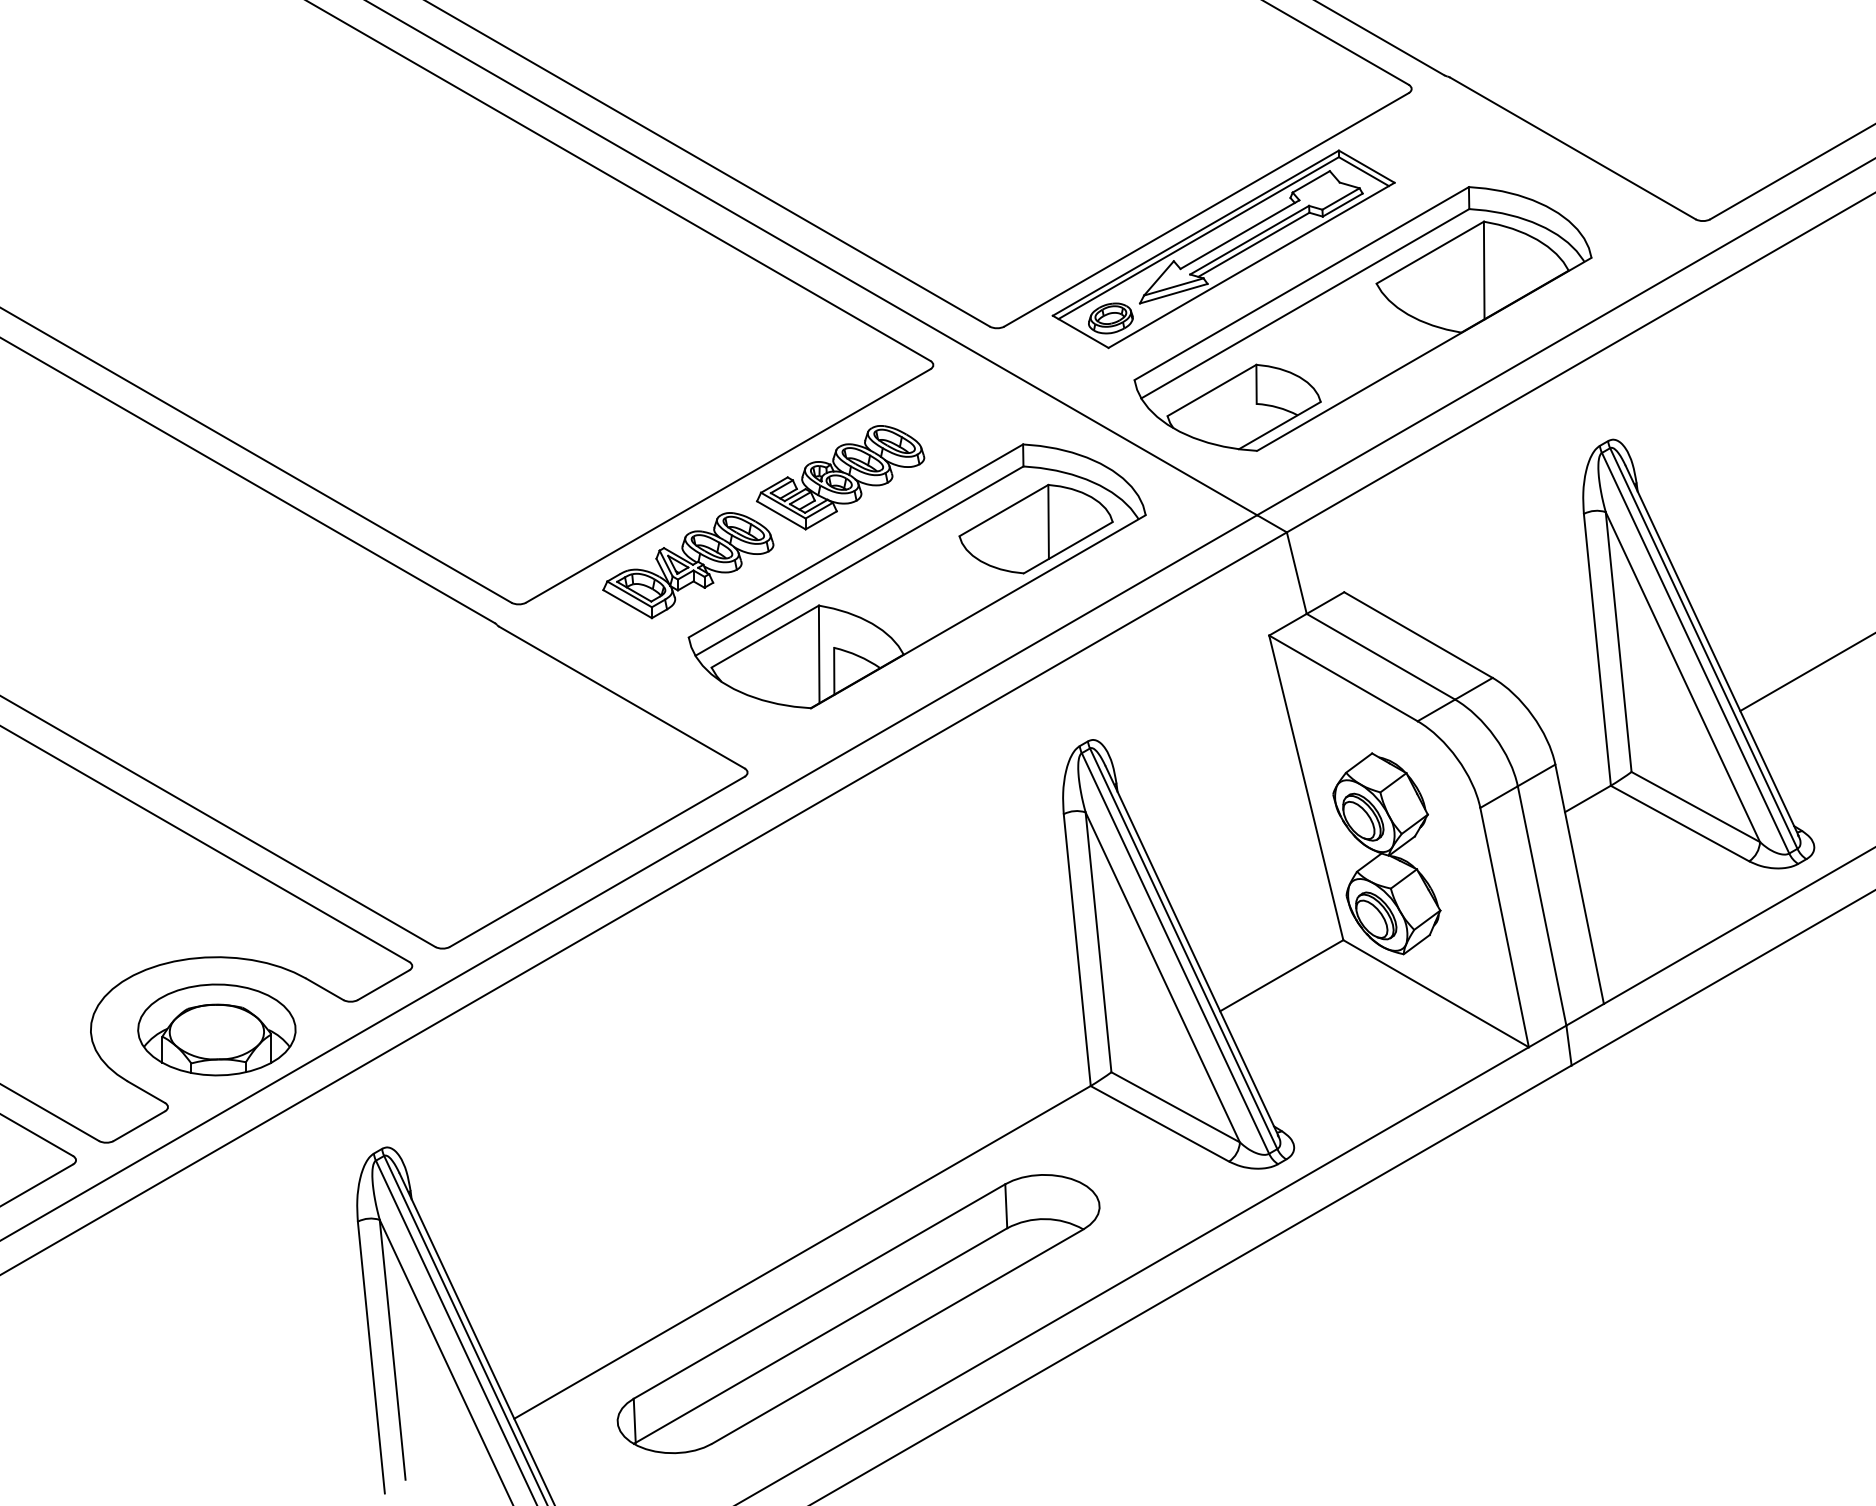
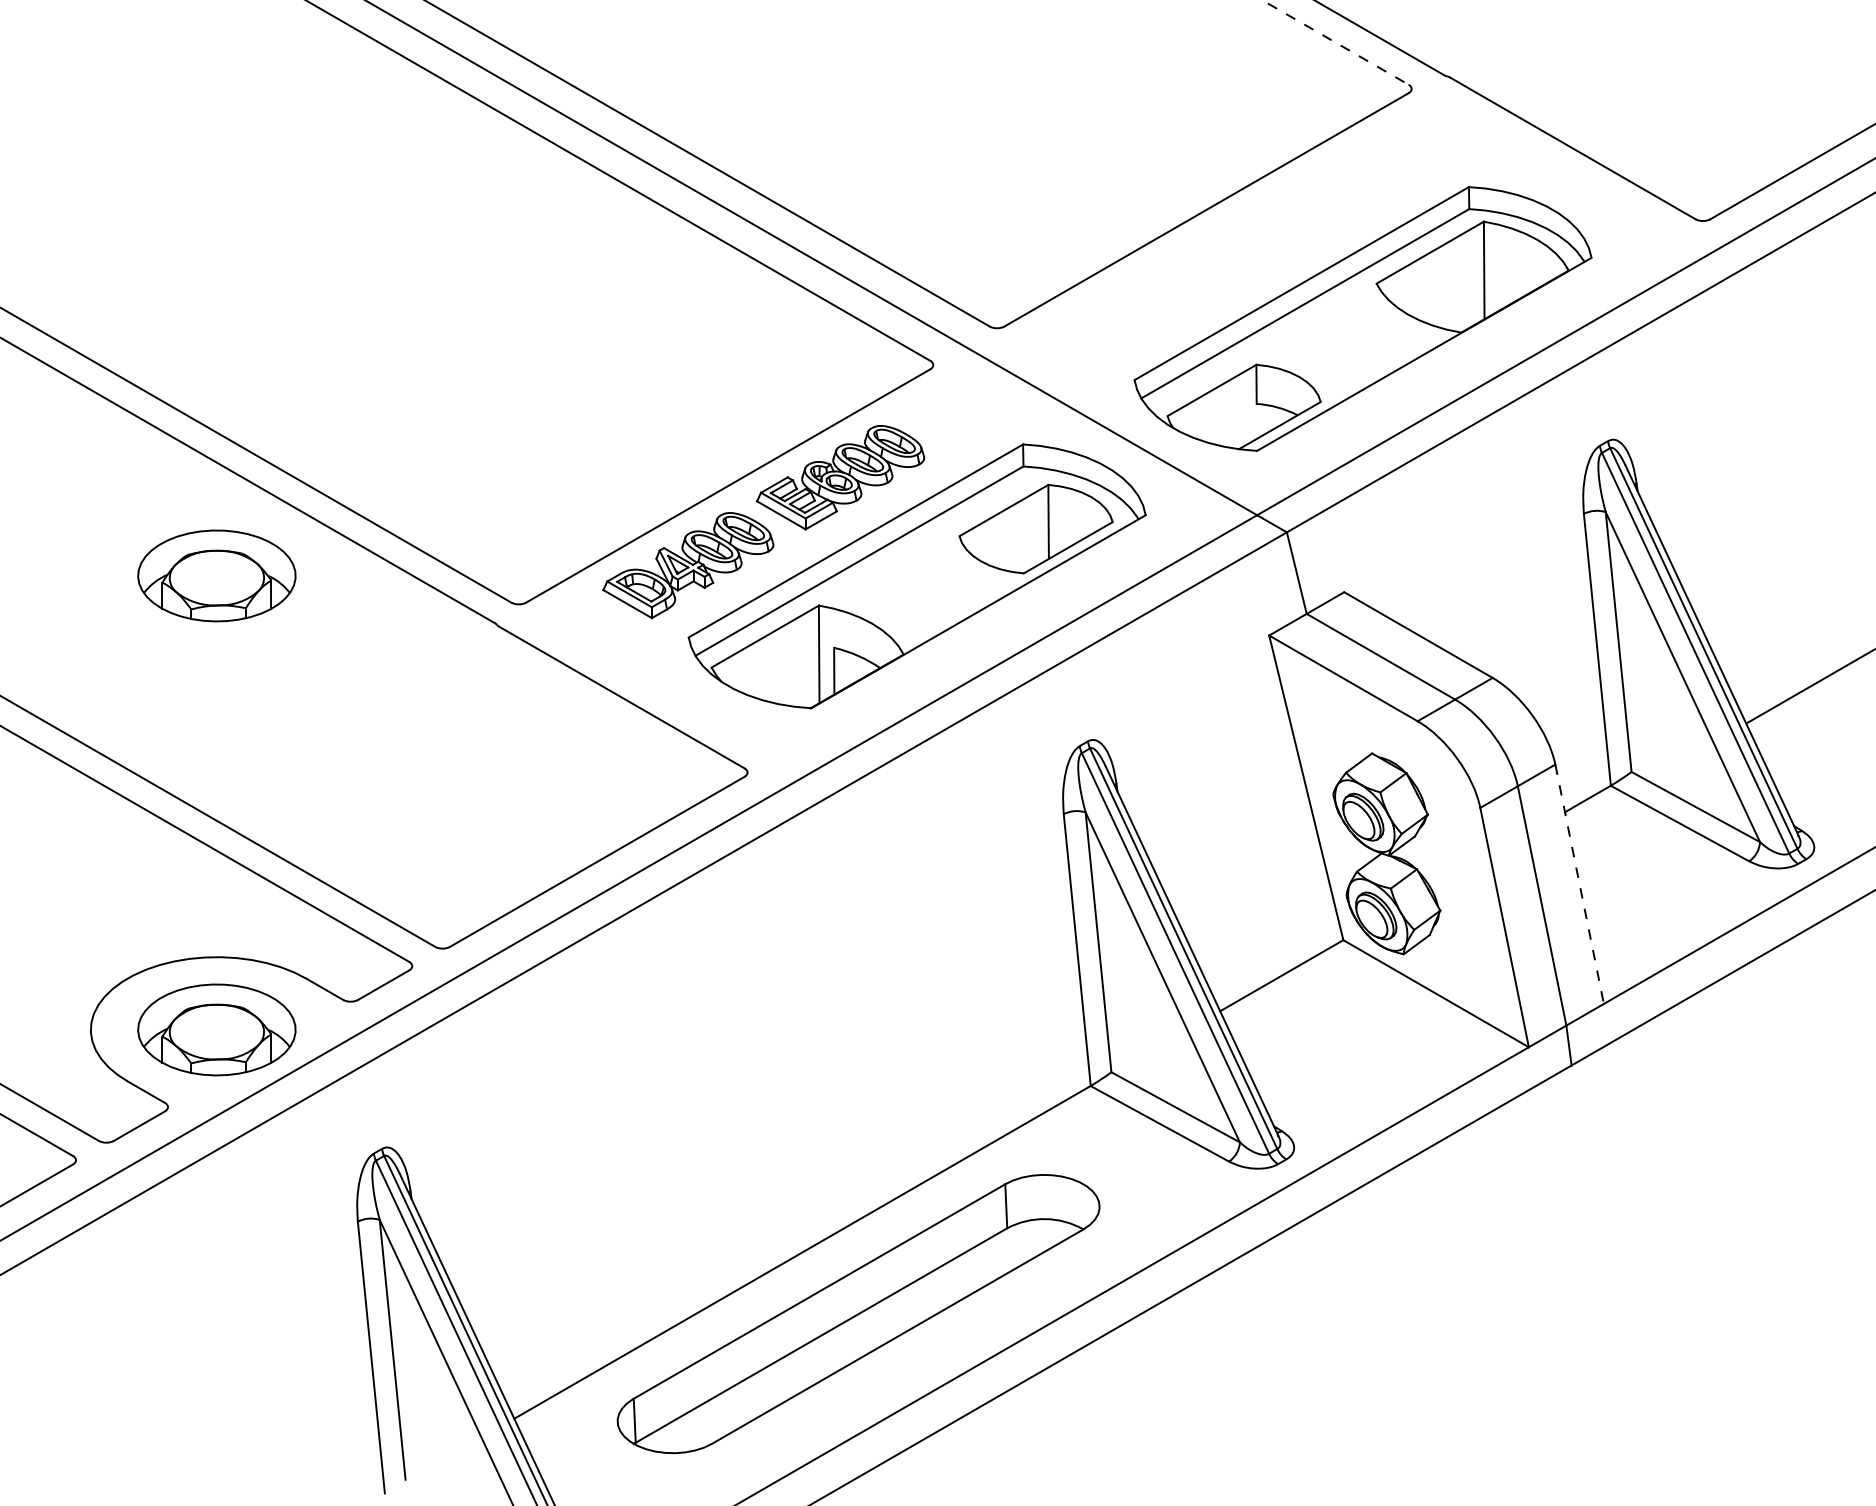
line at (1335, 42): solid -> dashed
part at (1223, 249): present -> none
part at (216, 575): none -> present
line at (1806, 672) position: (1806, 672) -> (1809, 686)
line at (1579, 884): solid -> dashed
